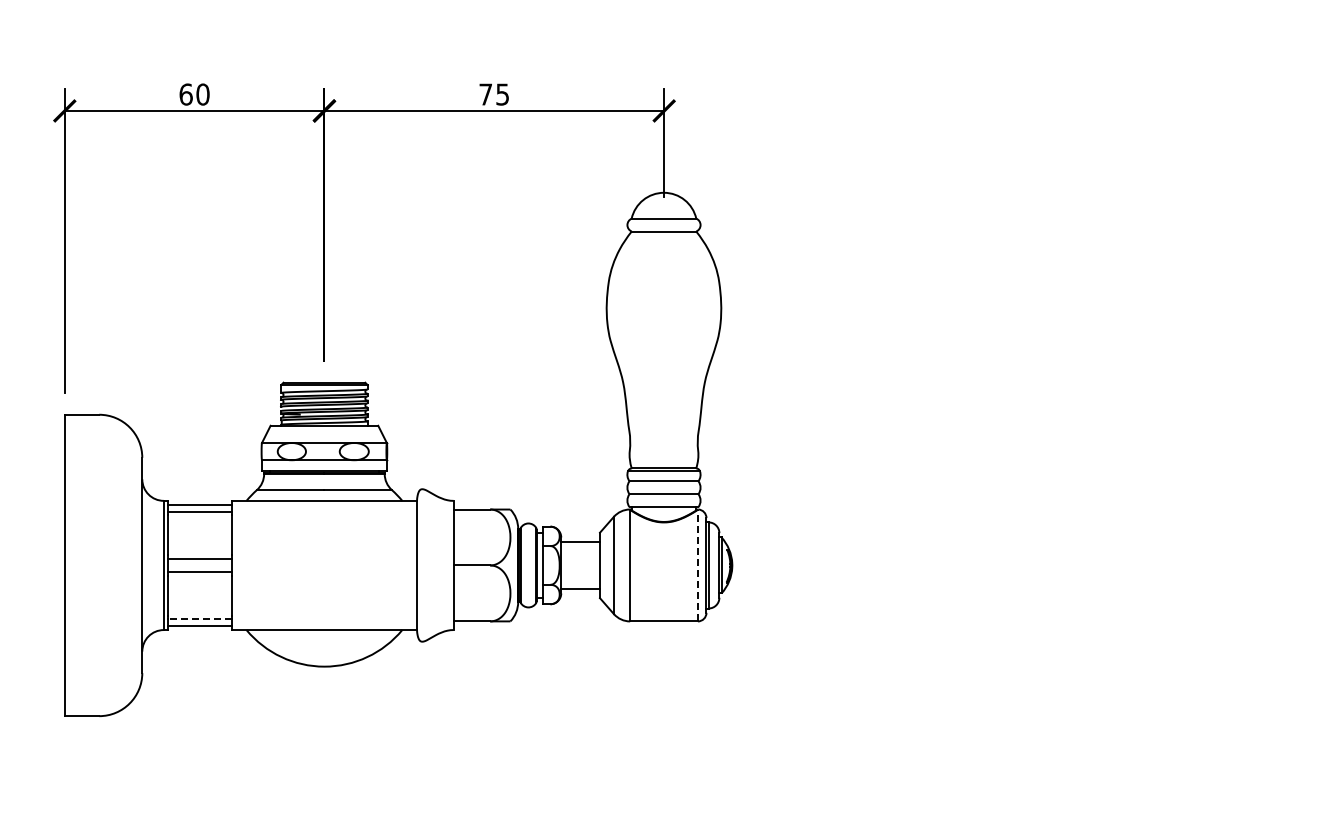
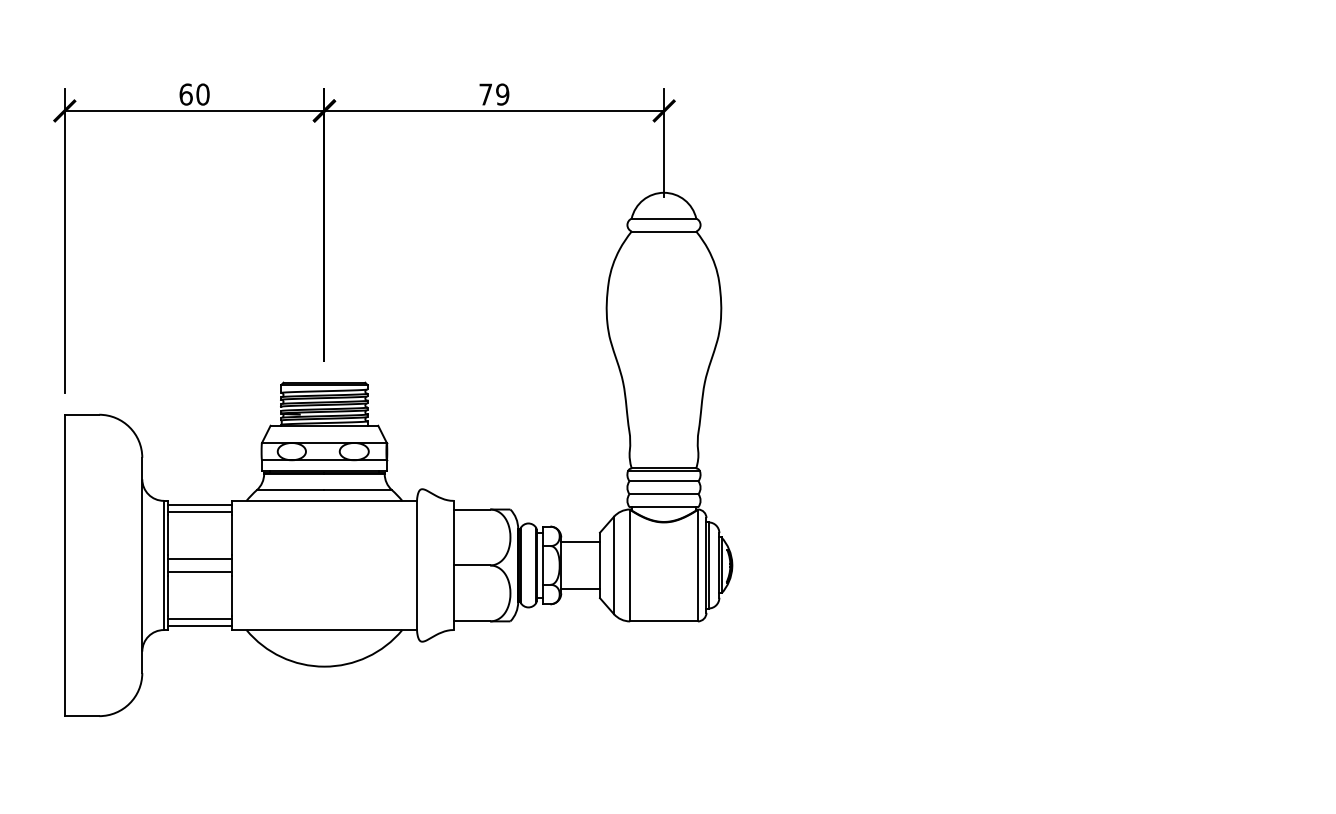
text at (502, 94): 75 -> 79
line at (697, 565): dashed -> solid
line at (200, 619): dashed -> solid
